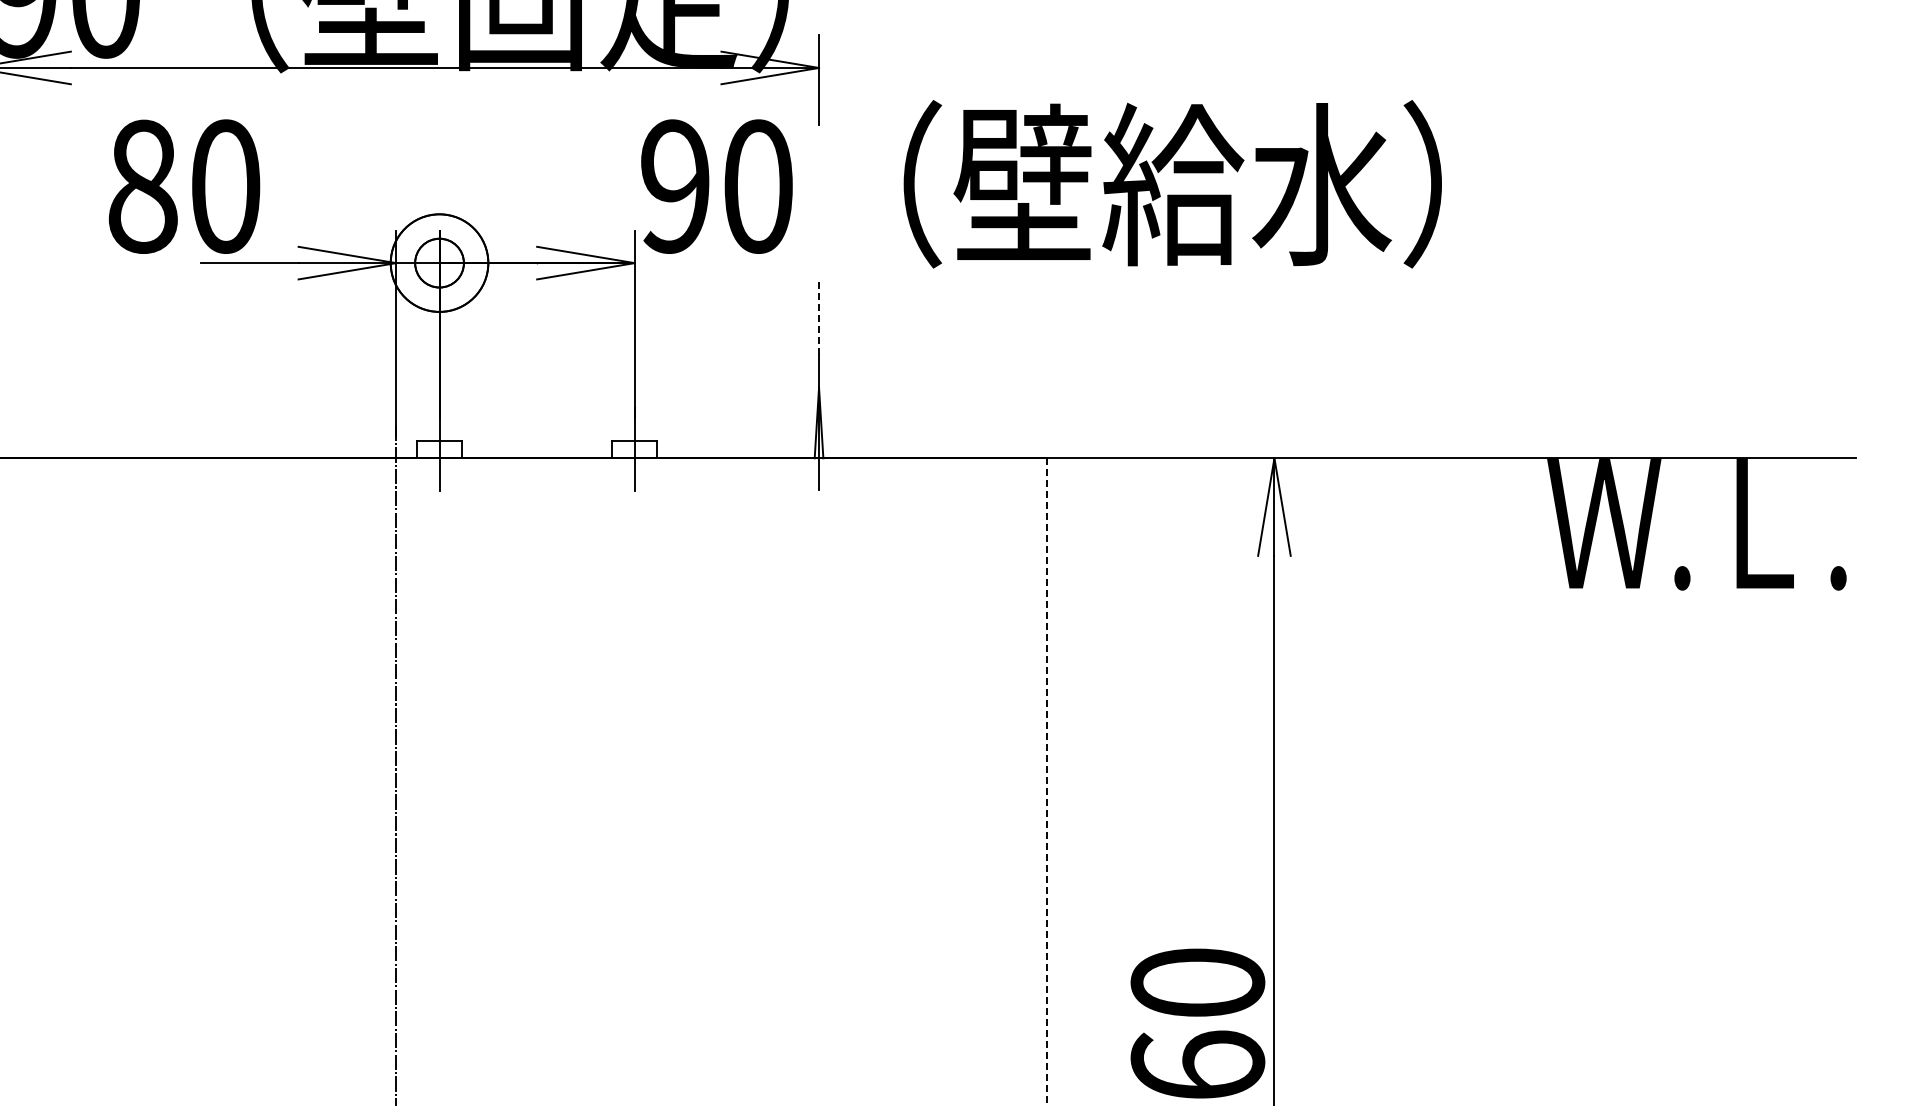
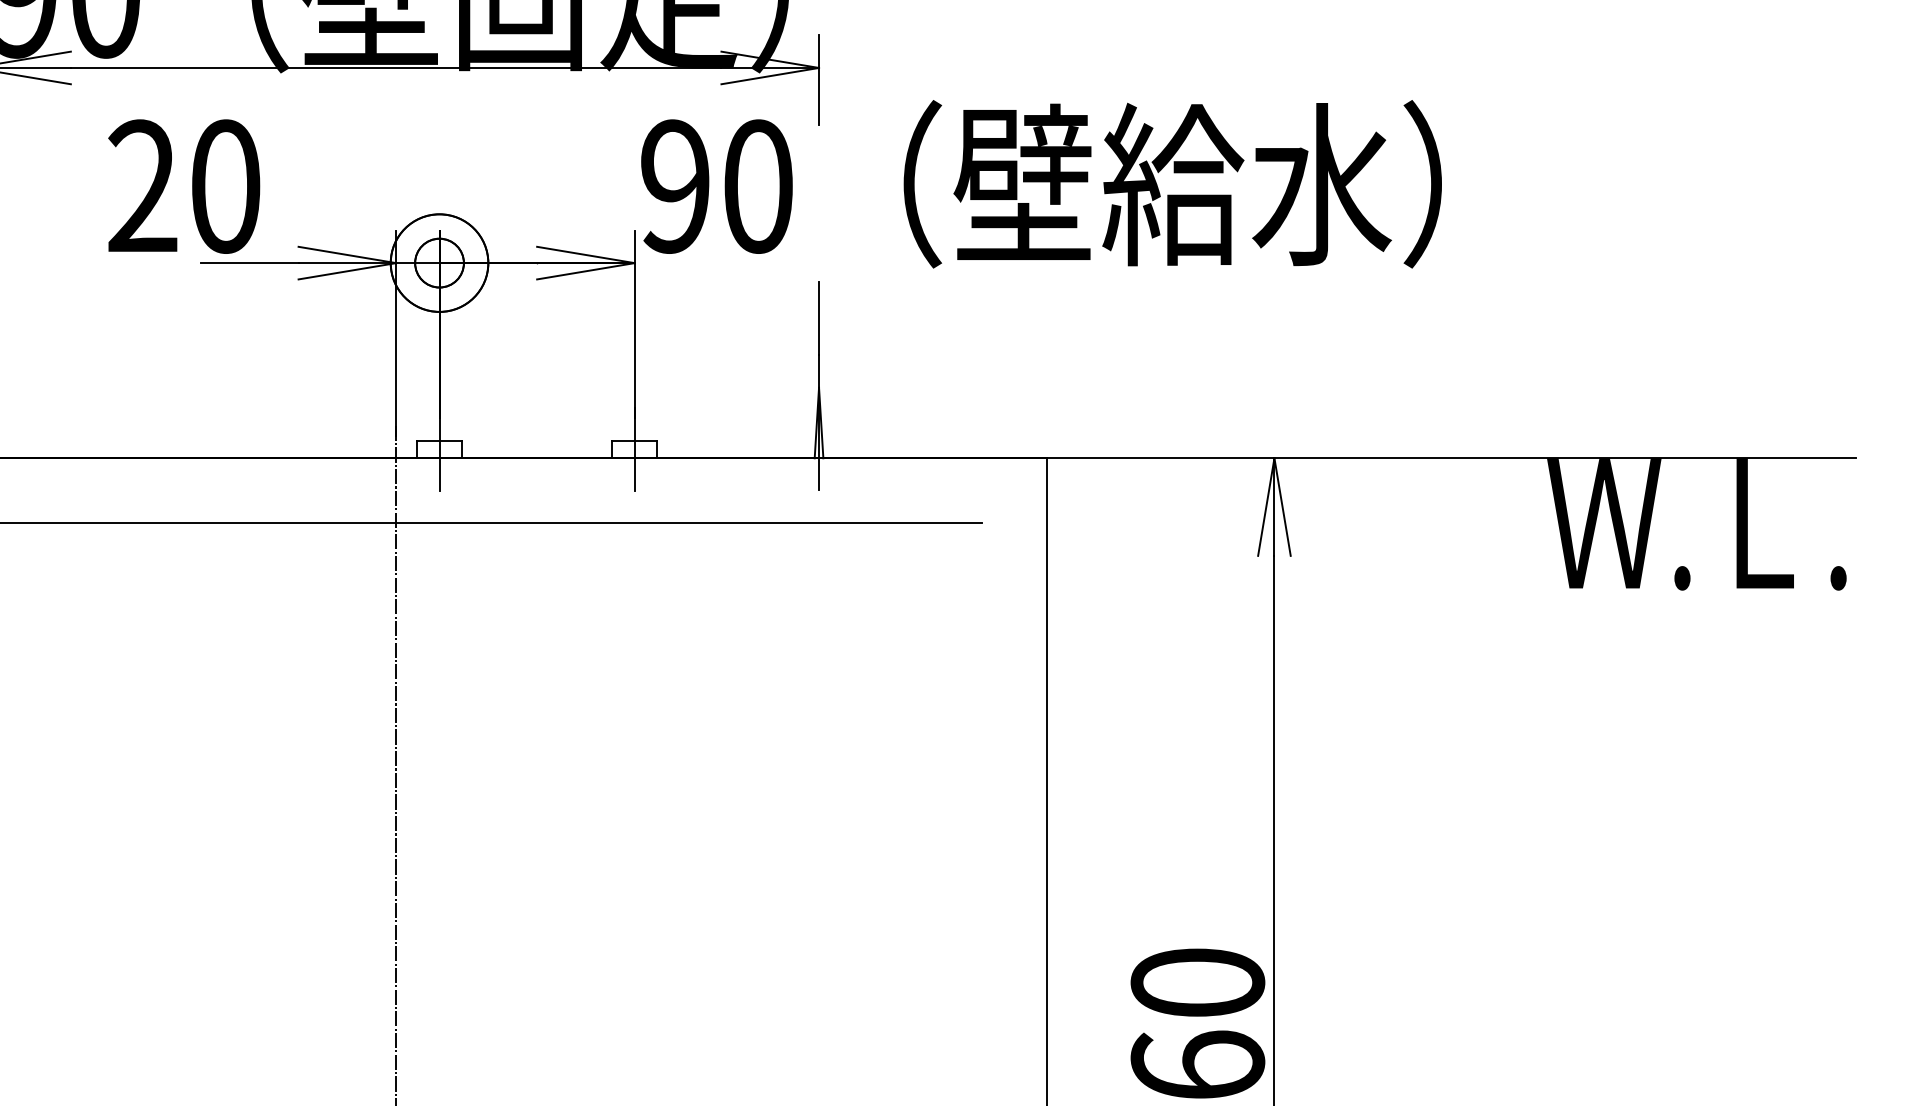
text at (142, 186): 80 -> 20
line at (819, 318): dashed -> solid
line at (491, 523): none -> present
line at (1046, 782): dashed -> solid
